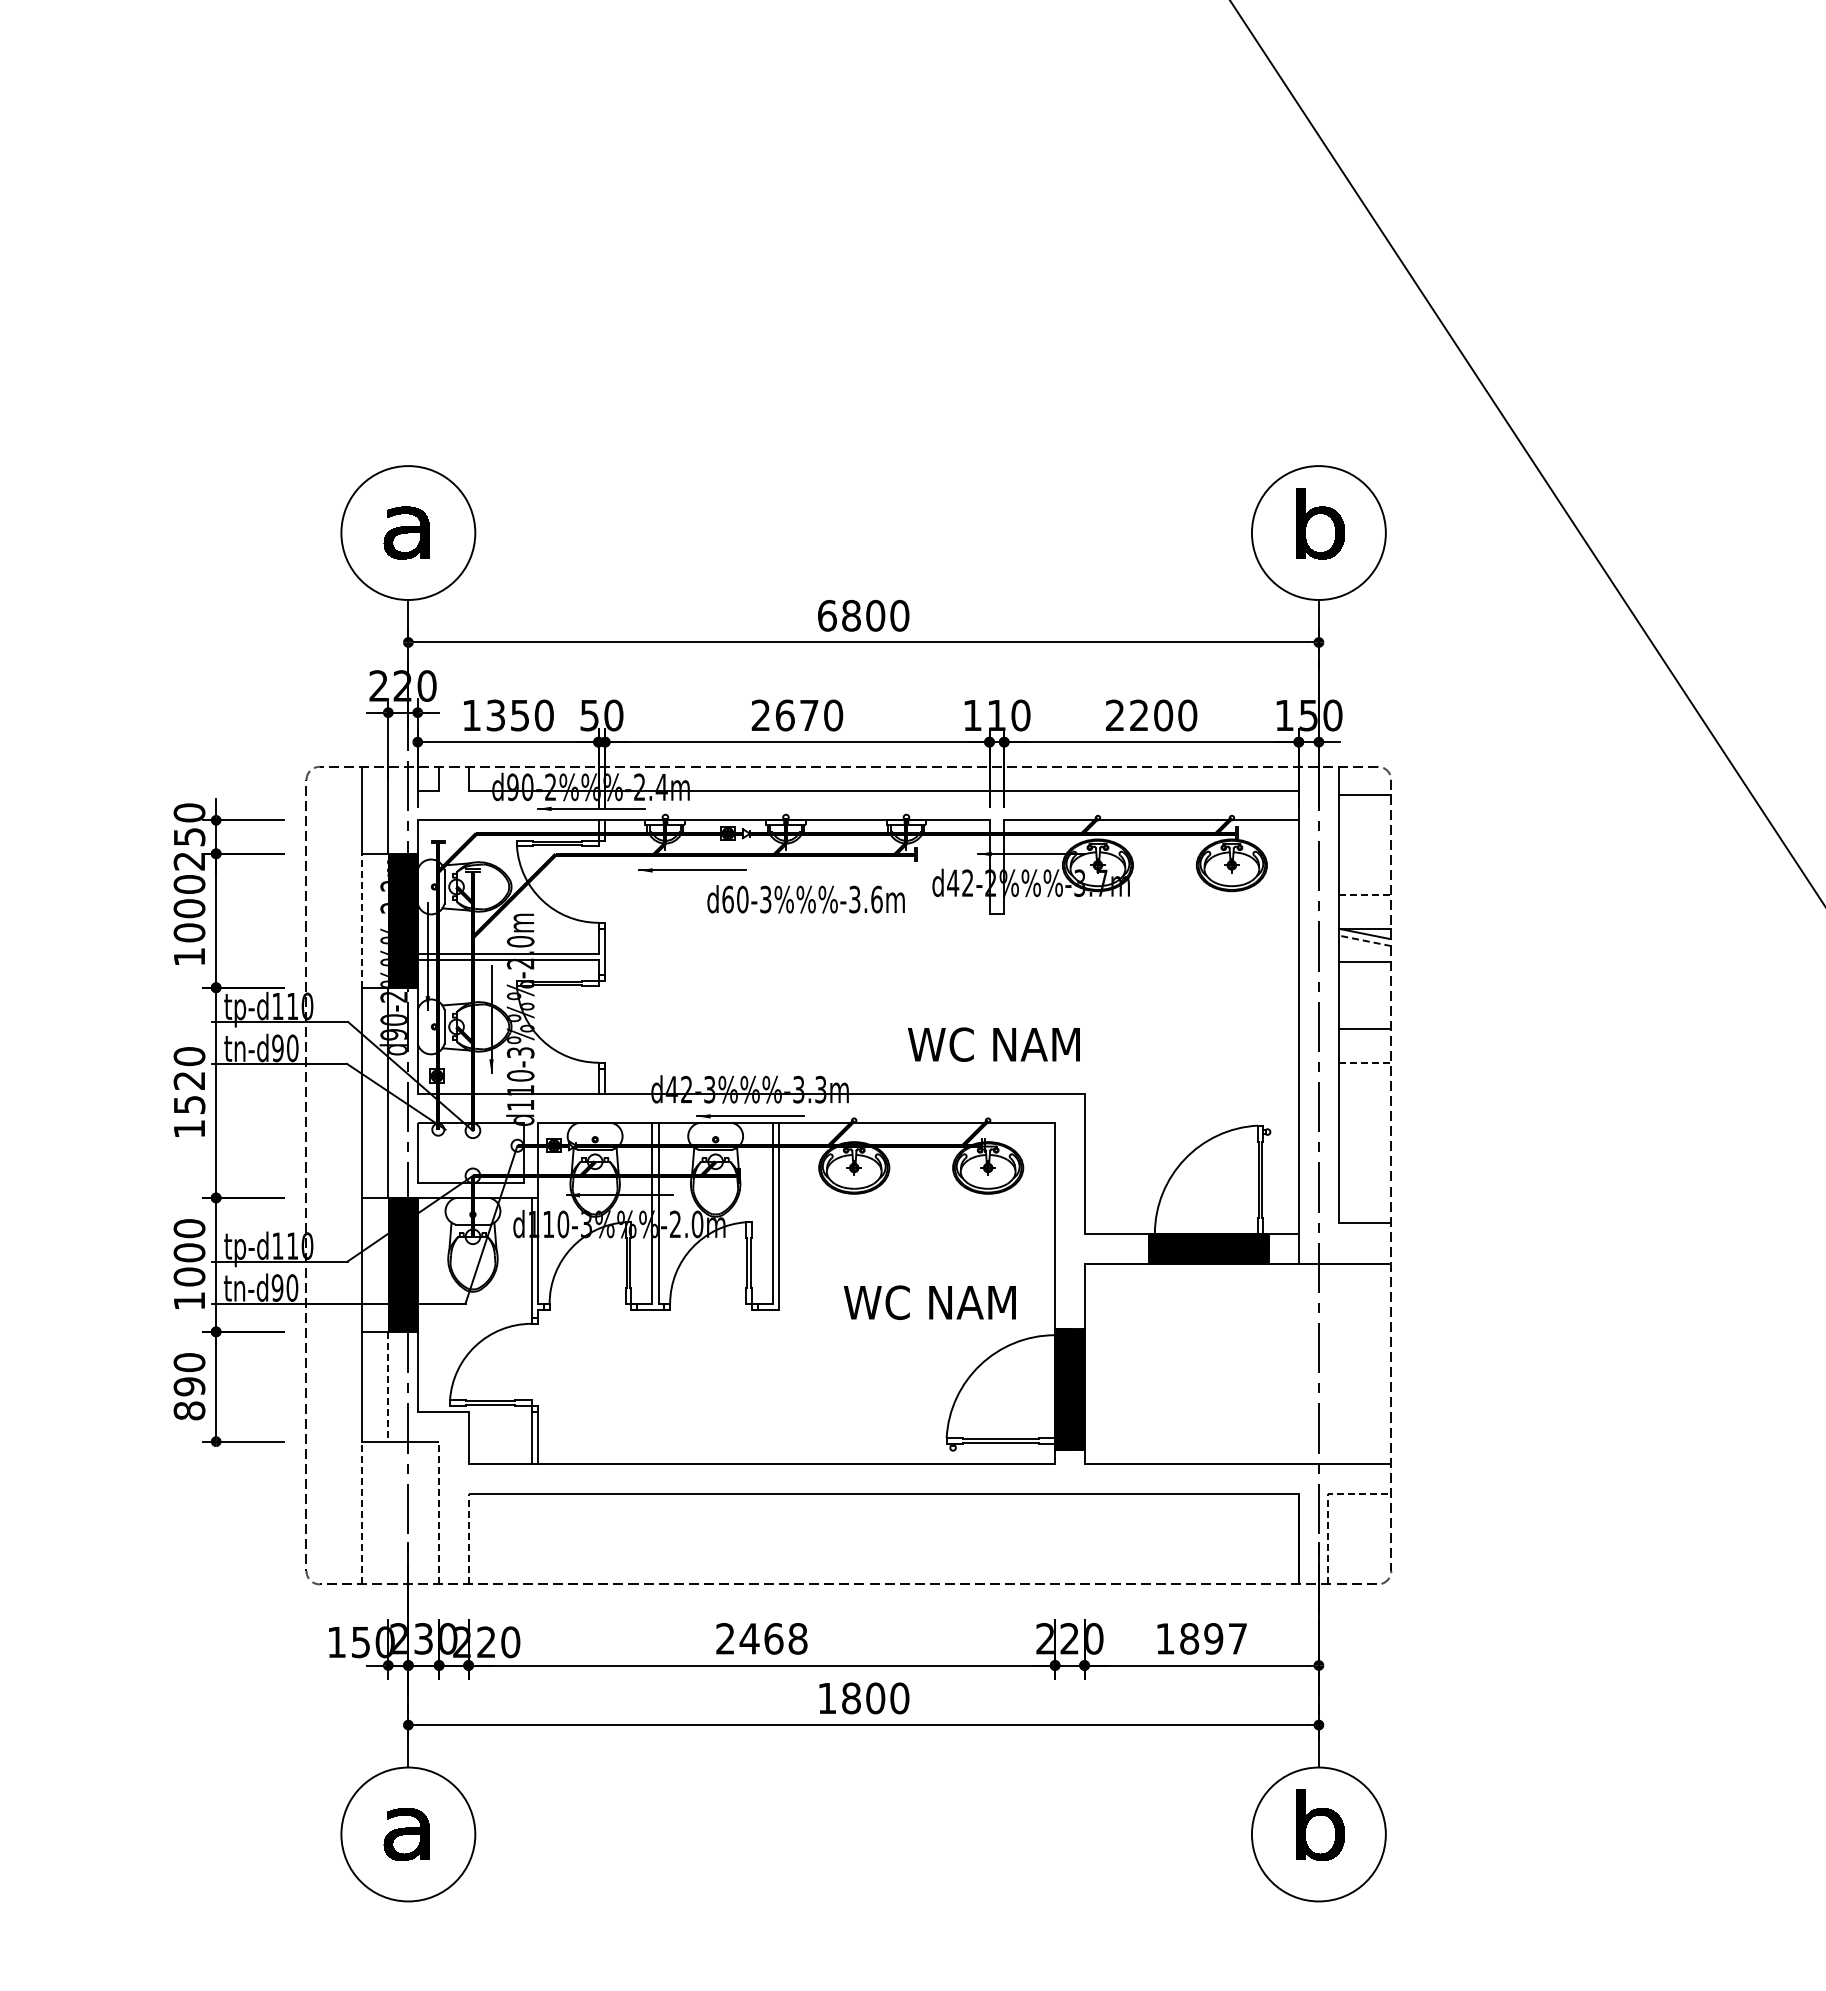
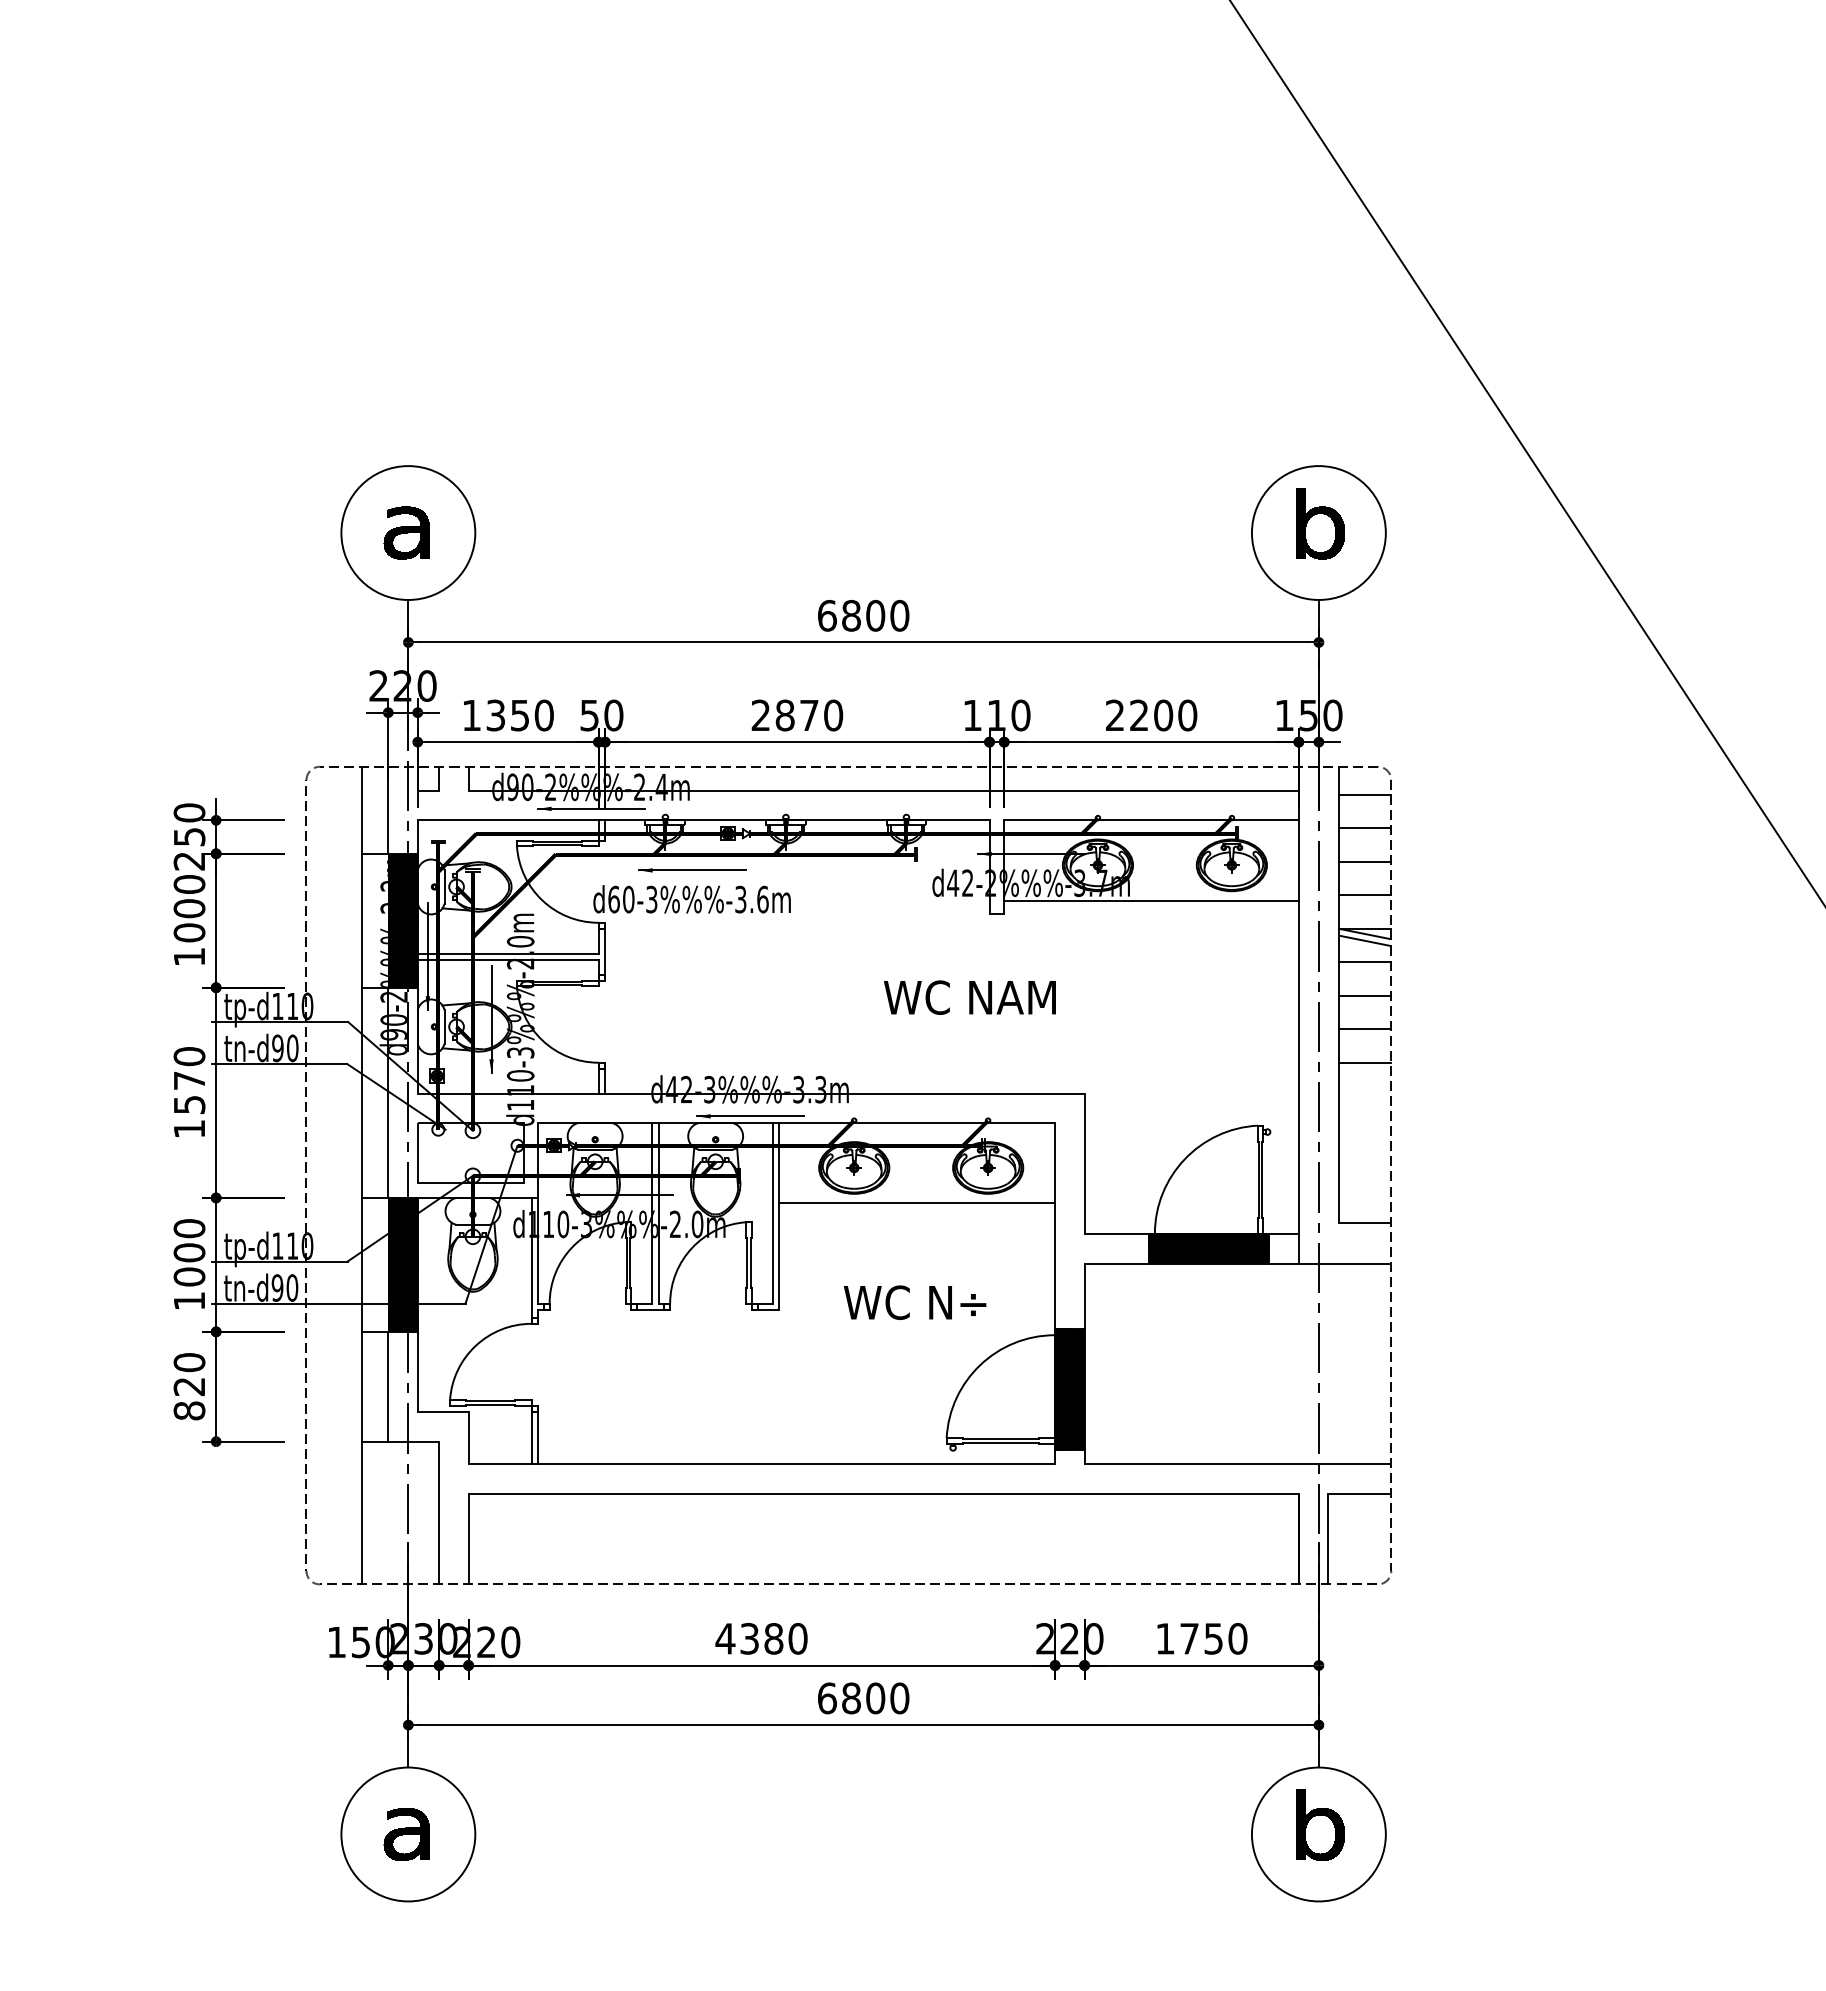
text at (784, 715): 2670 -> 2870
line at (1364, 828): none -> present
line at (1364, 861): none -> present
line at (1365, 895): dashed -> solid
text at (805, 899) position: (805, 899) -> (691, 899)
line at (1151, 900): none -> present
line at (361, 920): dashed -> solid
line at (1365, 940): dashed -> solid
line at (1364, 995): none -> present
text at (993, 1044) position: (993, 1044) -> (969, 997)
line at (1365, 1062): dashed -> solid
text at (188, 1080): 1520 -> 1570
line at (917, 1203): none -> present
text at (985, 1302): WC NAM -> WC N÷
text at (189, 1386): 890 -> 820
line at (388, 1386): dashed -> solid
line at (1328, 1505): dashed -> solid
line at (361, 1512): dashed -> solid
line at (439, 1512): dashed -> solid
line at (468, 1538): dashed -> solid
text at (761, 1638): 2468 -> 4380
text at (1213, 1638): 1897 -> 1750
text at (827, 1698): 1800 -> 6800
